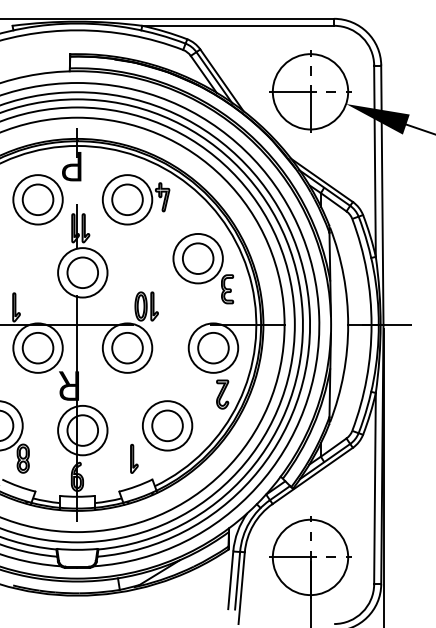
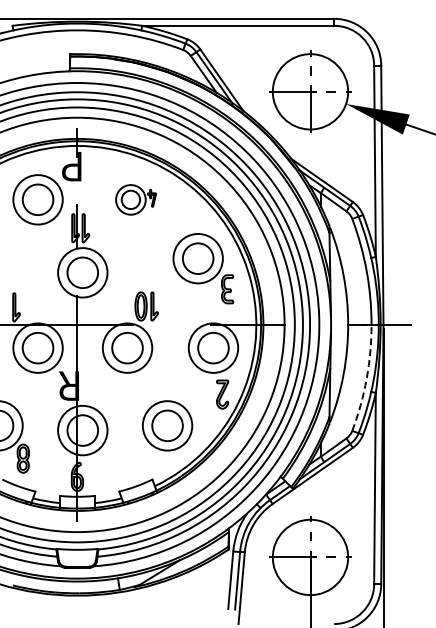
part at (135, 199) size: 70x52 px -> 42x32 px
arc at (366, 378): solid -> dashed
part at (134, 458): present -> none
